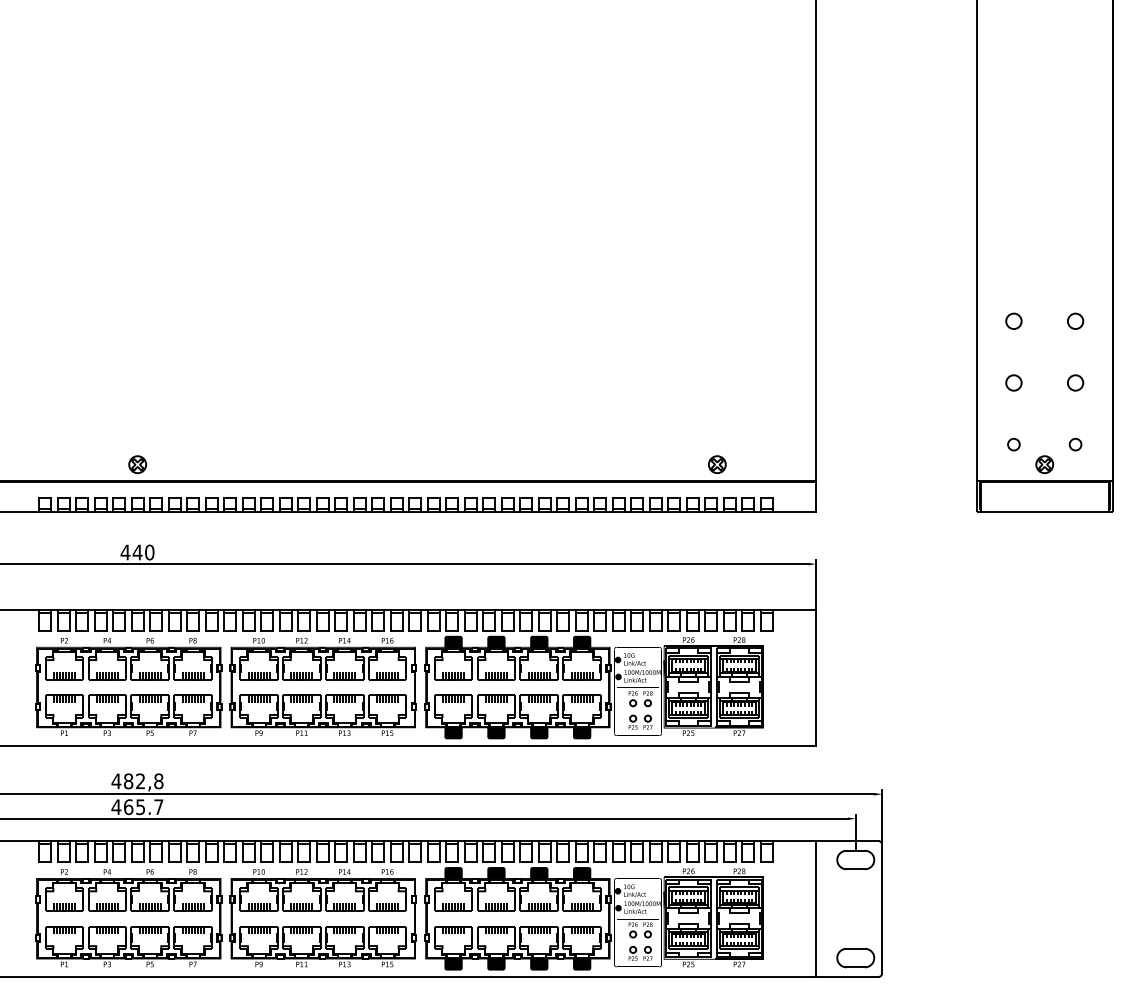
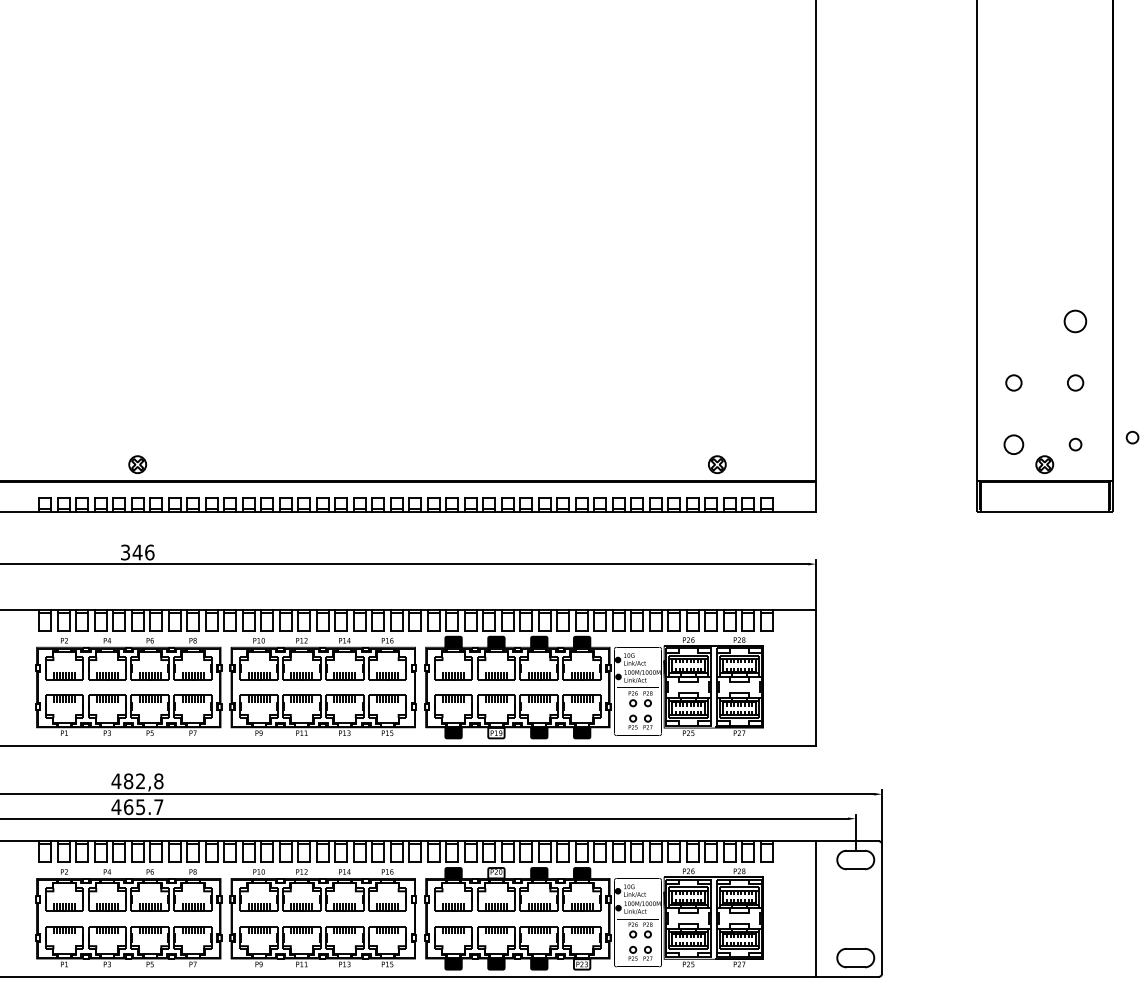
circle at (1013, 320): present -> none
circle at (1075, 320) size: 18x18 px -> 25x25 px
circle at (1132, 437): none -> present
circle at (1013, 444) size: 14x15 px -> 22x21 px
text at (137, 552): 440 -> 346
fill at (496, 732): present -> none
fill at (496, 873): present -> none
fill at (581, 964): present -> none
